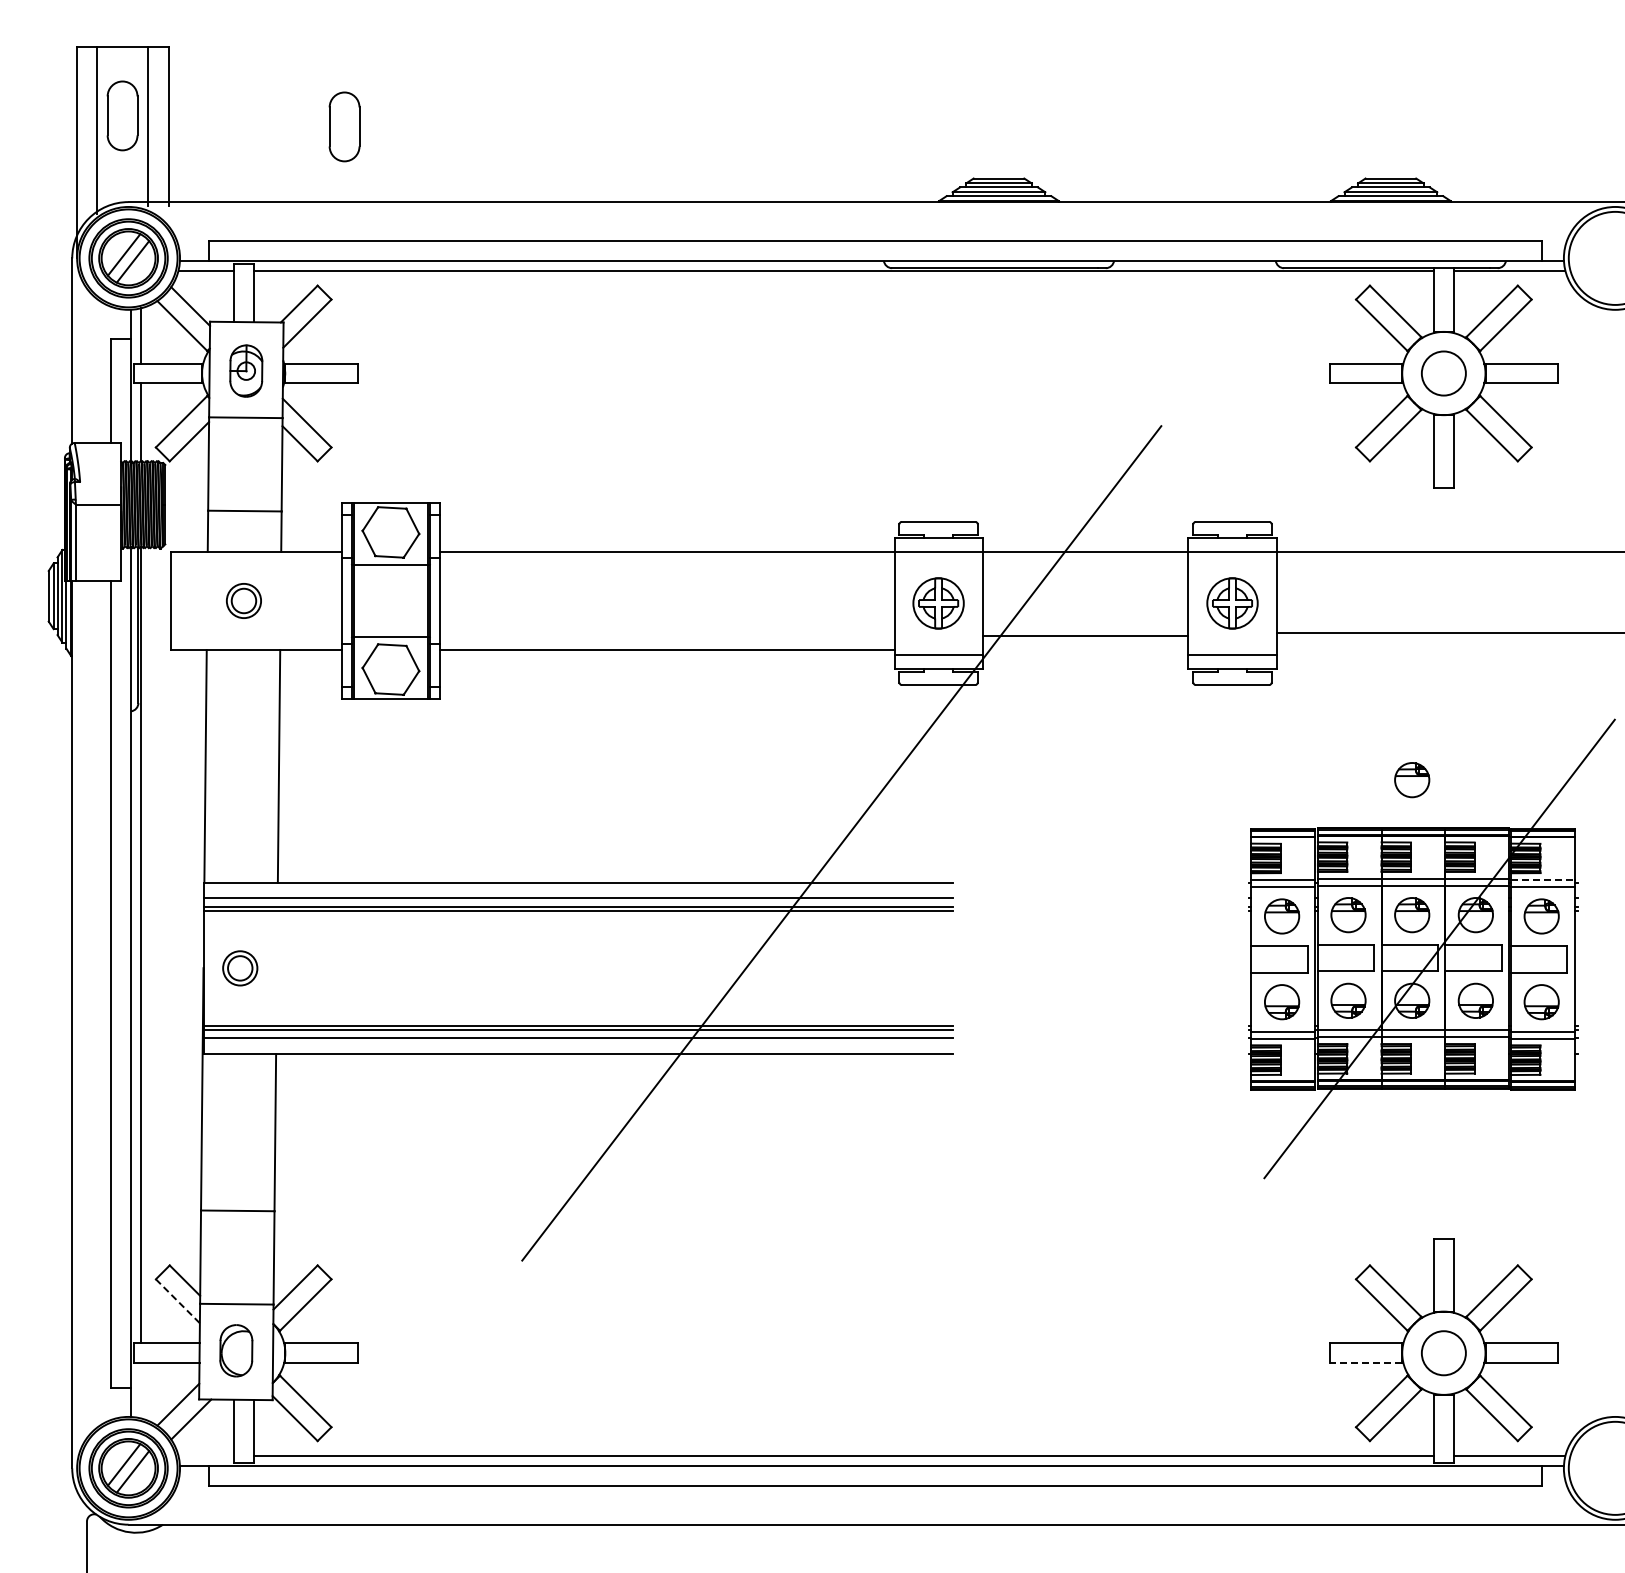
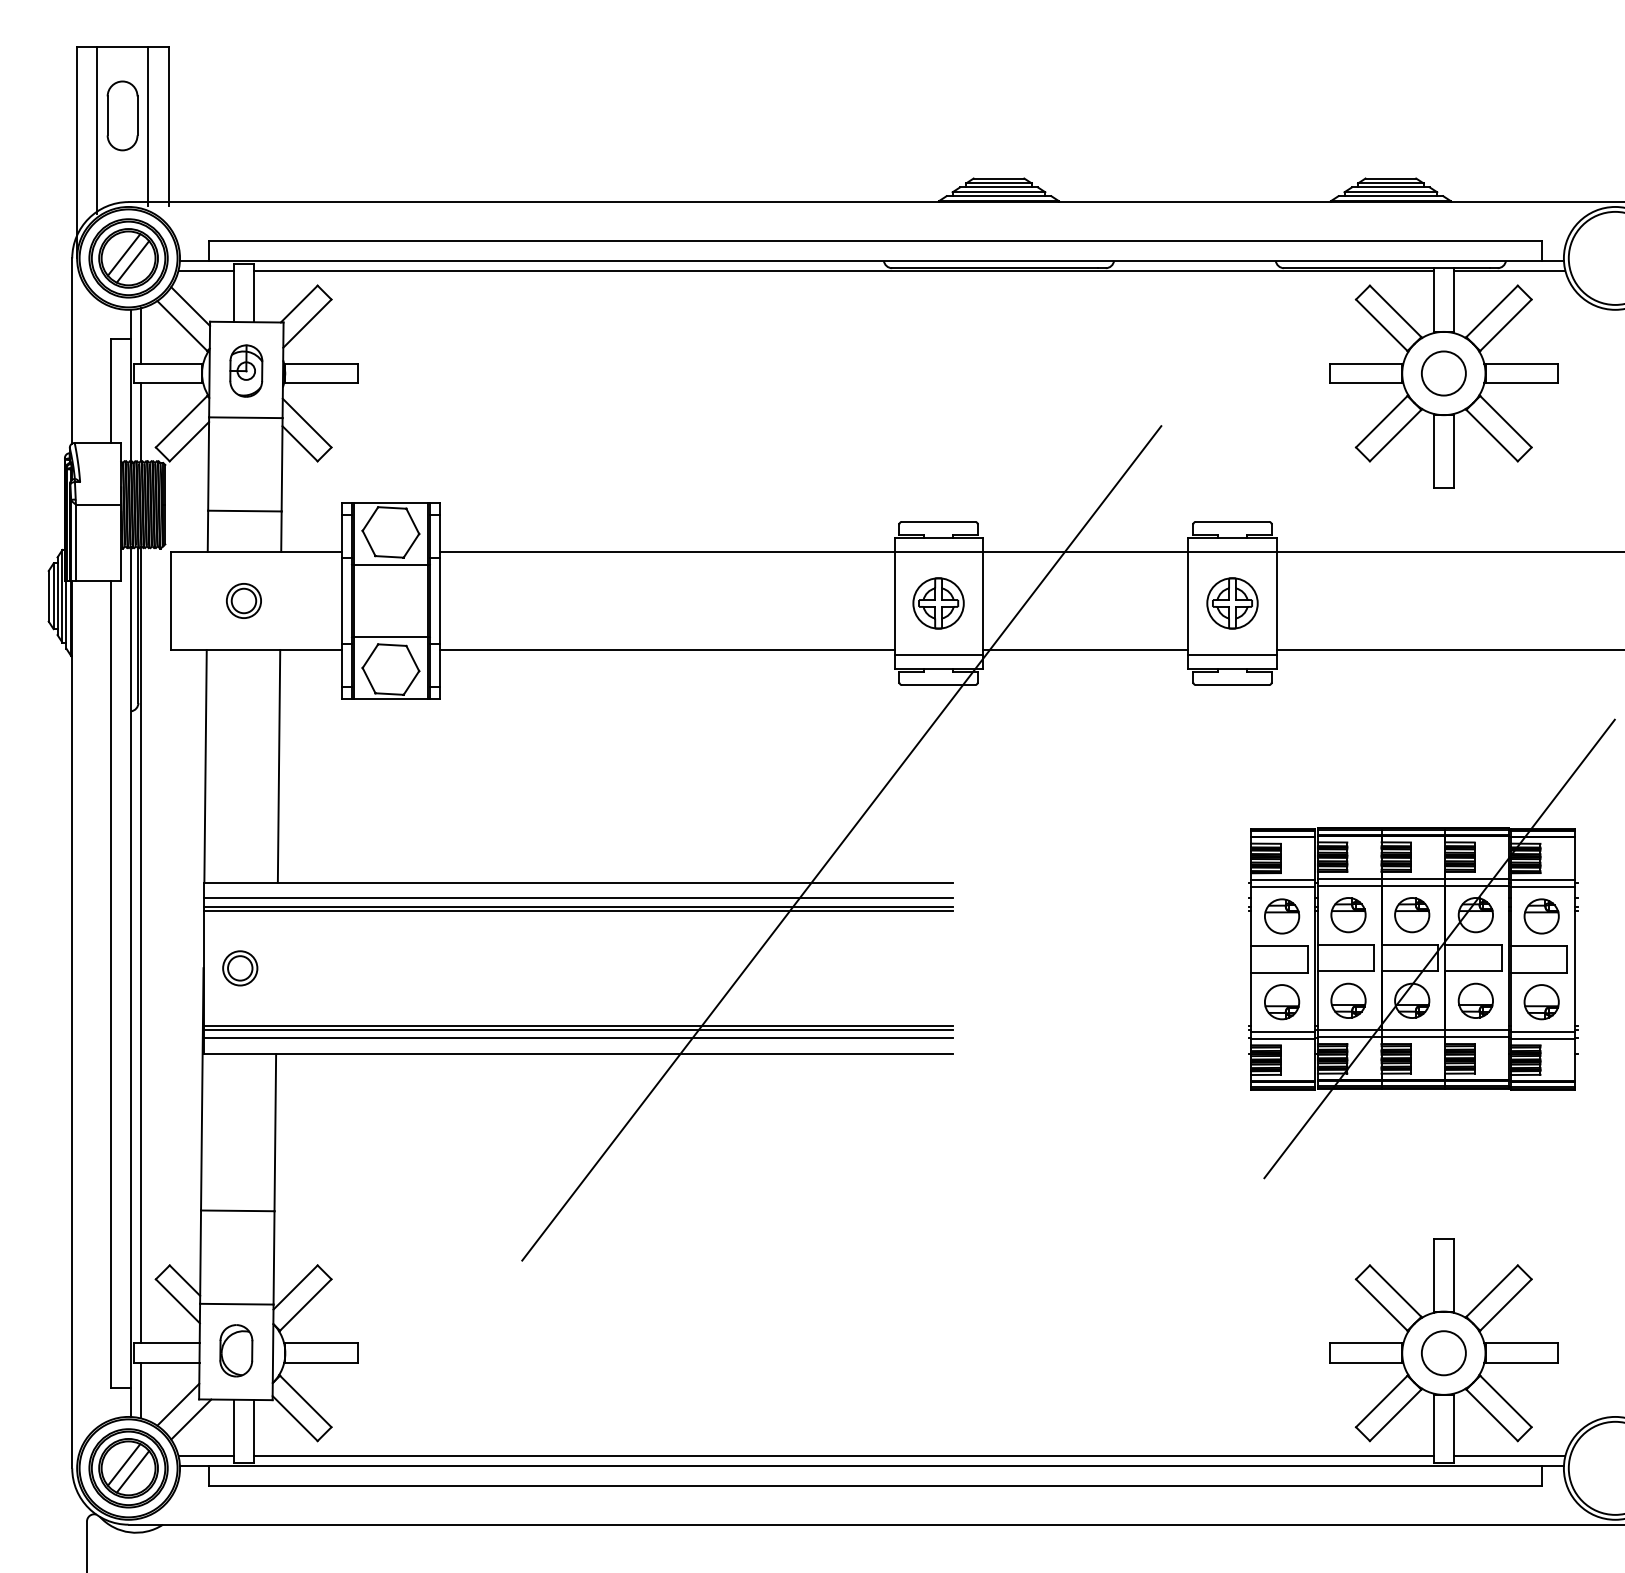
part at (344, 126): present -> none
line at (1448, 633) position: (1448, 633) -> (1448, 650)
line at (1085, 636) position: (1085, 636) -> (1085, 650)
part at (1412, 780): present -> none
line at (1542, 880): dashed -> solid
line at (178, 1301): dashed -> solid
line at (1365, 1363): dashed -> solid
line at (140, 1390): none -> present
line at (205, 1456): none -> present
